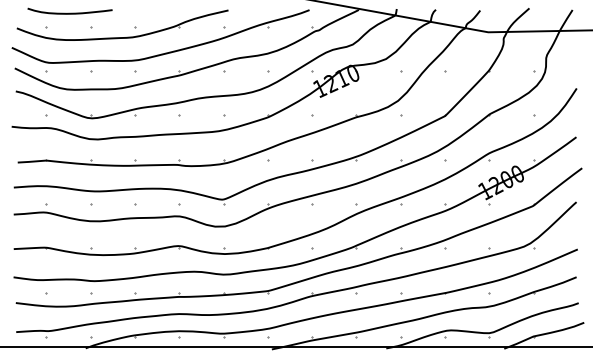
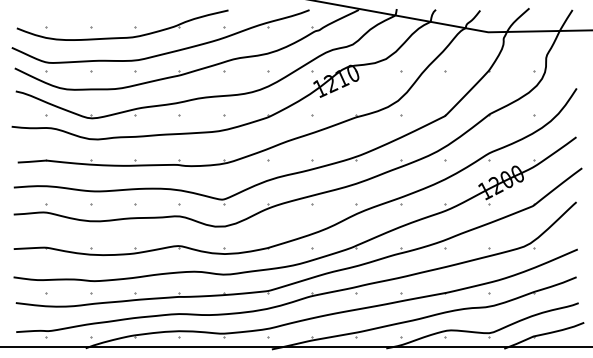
curve at (69, 12): present -> none
